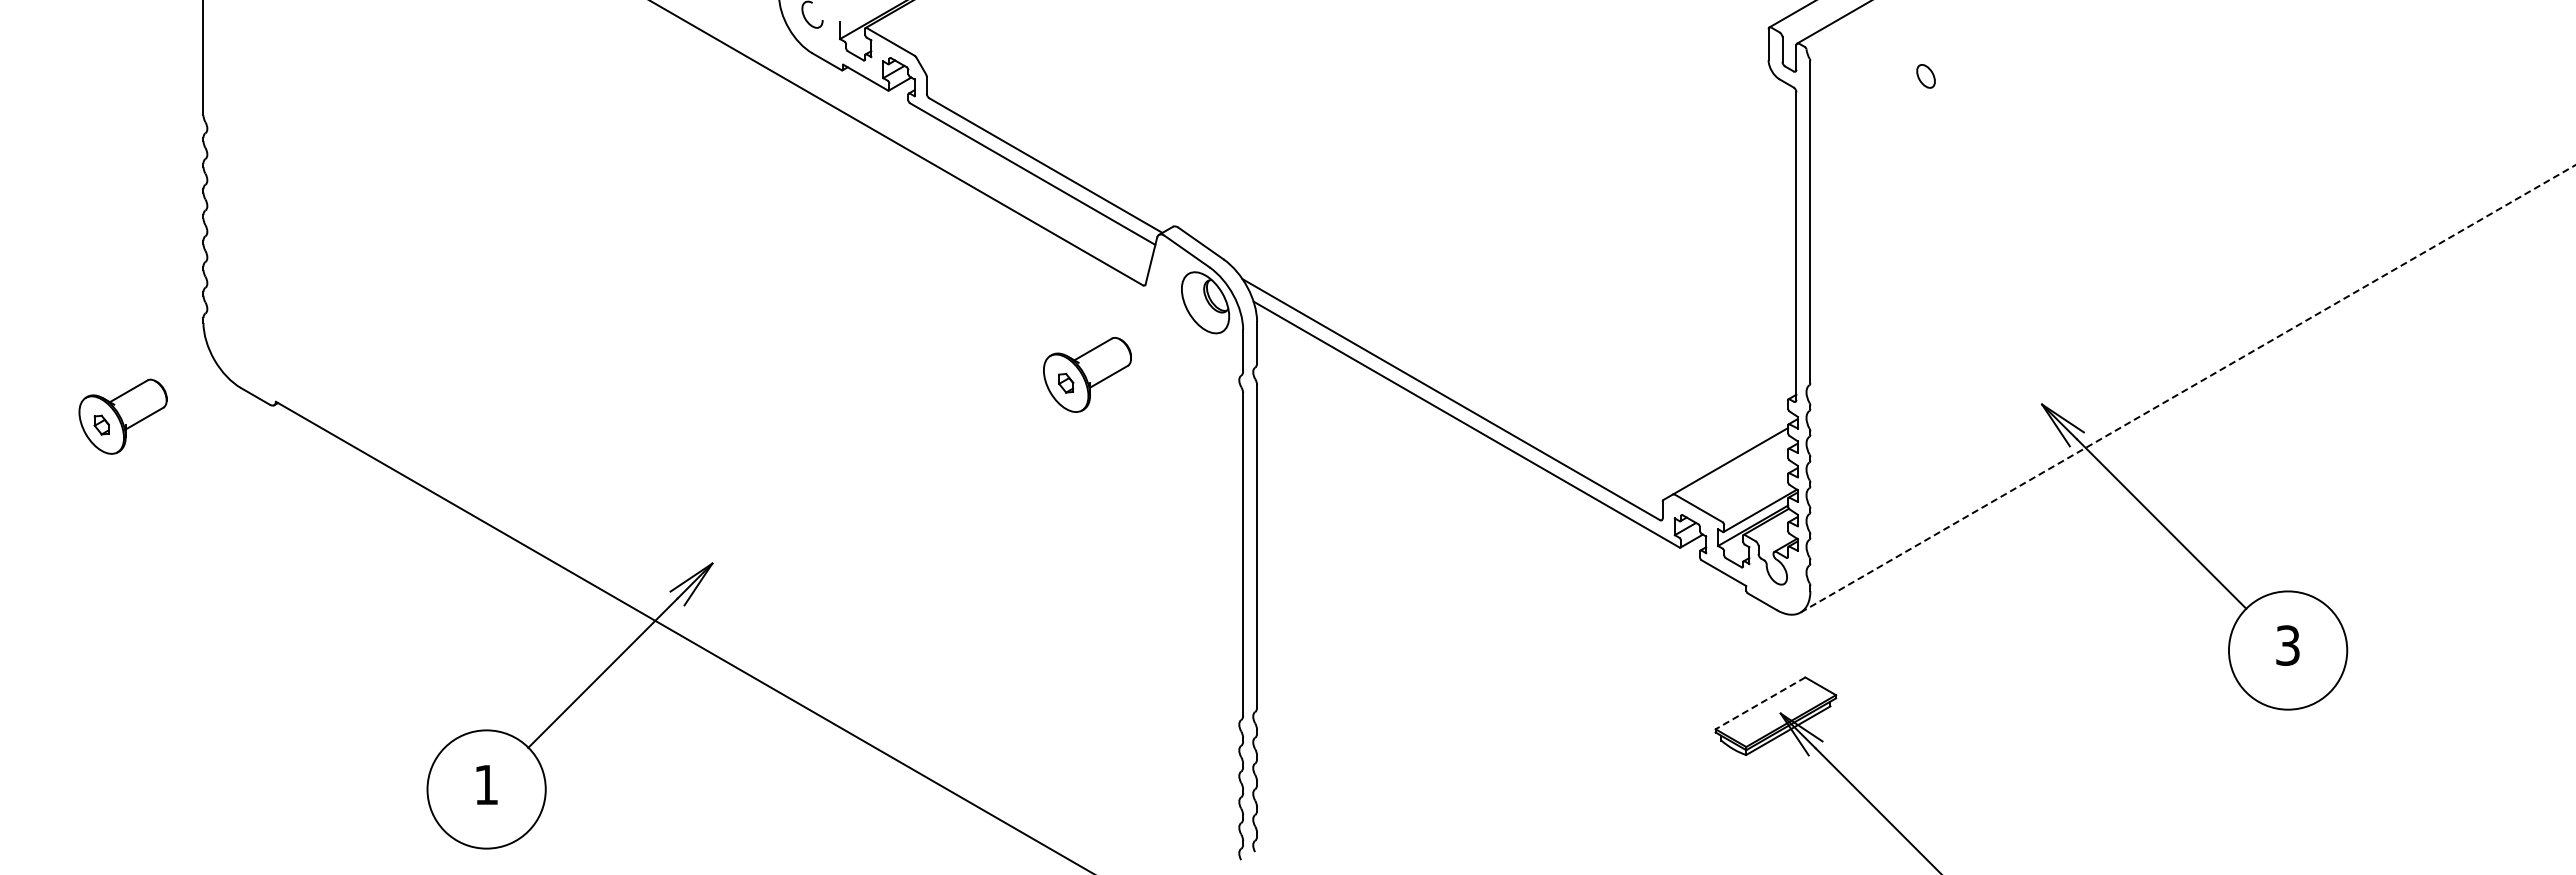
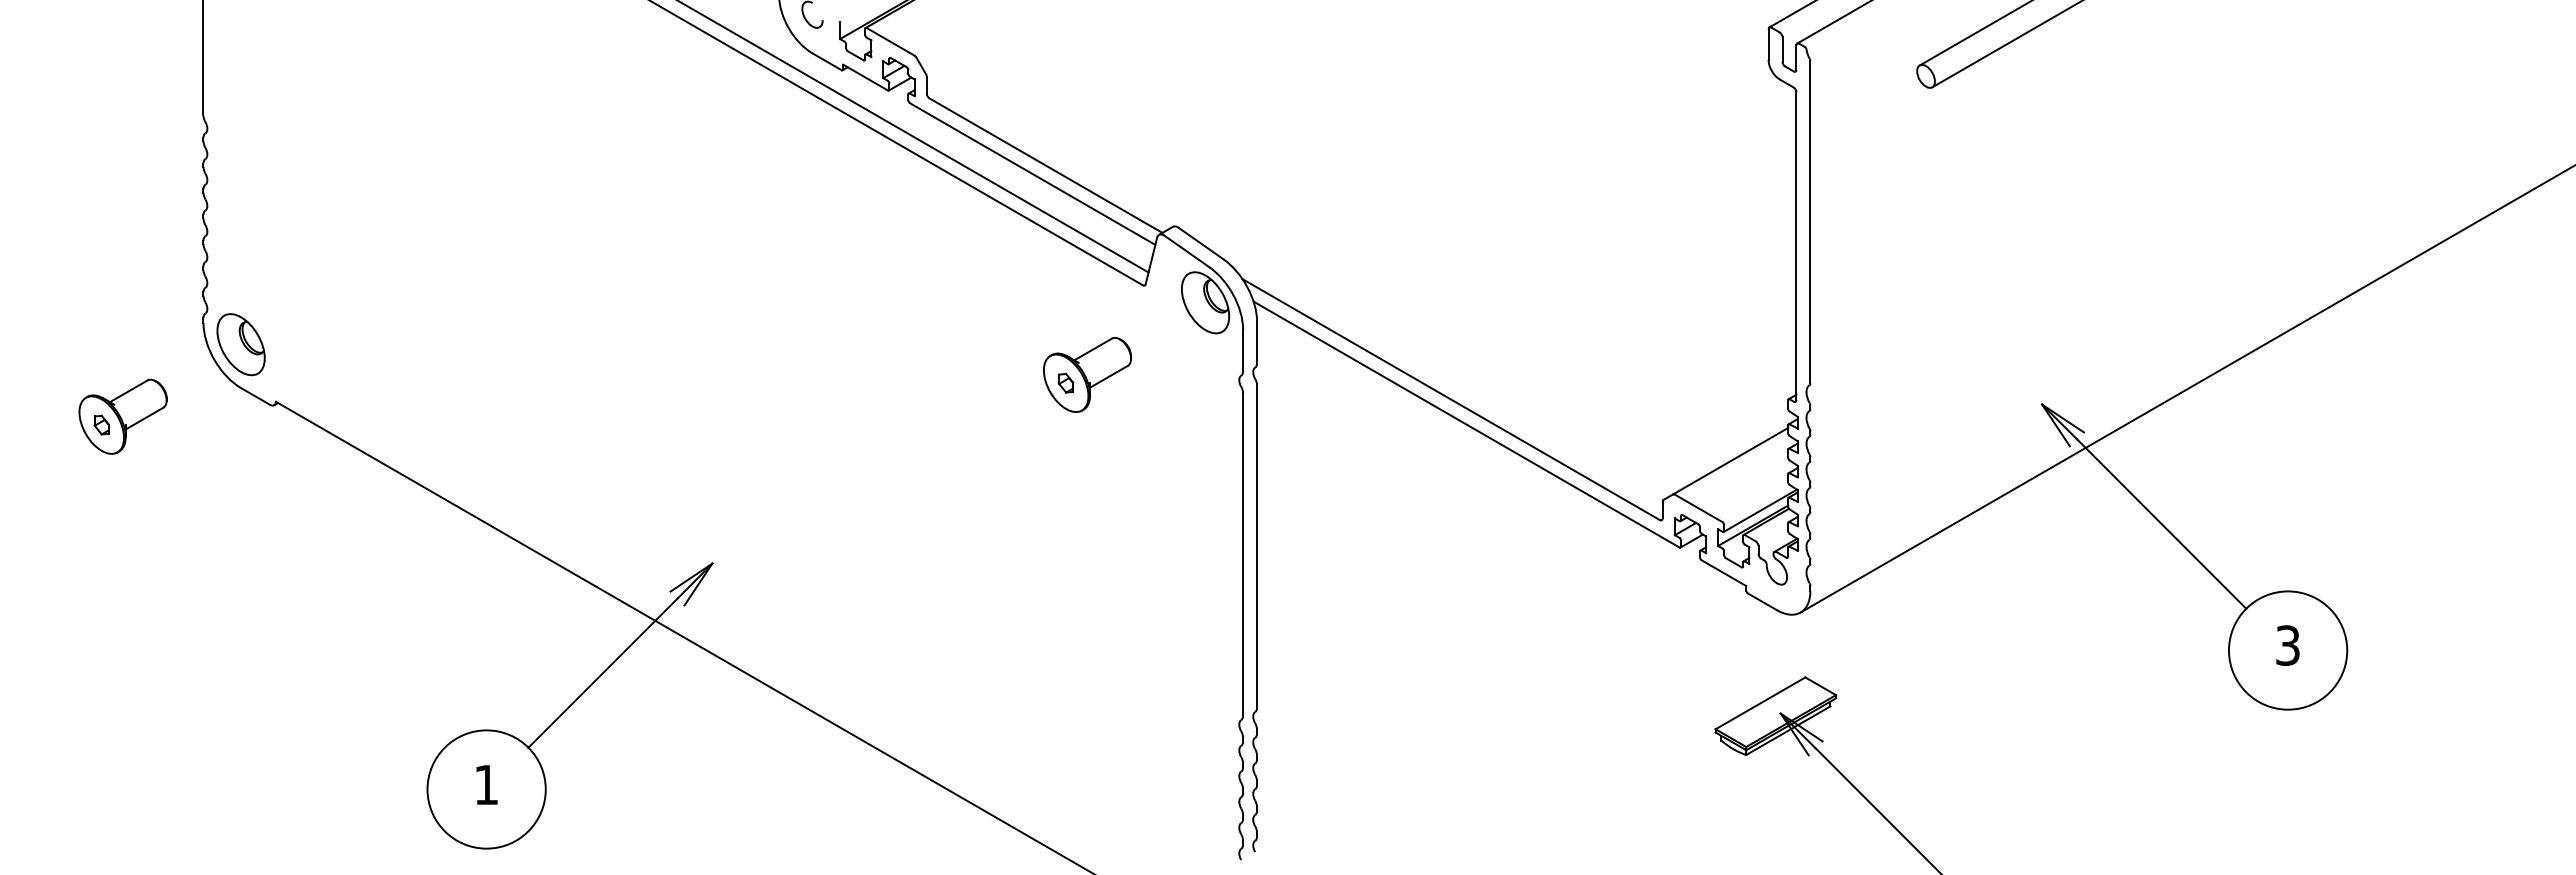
line at (1973, 33): none -> present
line at (2005, 44): none -> present
line at (914, 137): none -> present
part at (240, 344): none -> present
line at (2188, 388): dashed -> solid
line at (1760, 703): dashed -> solid
